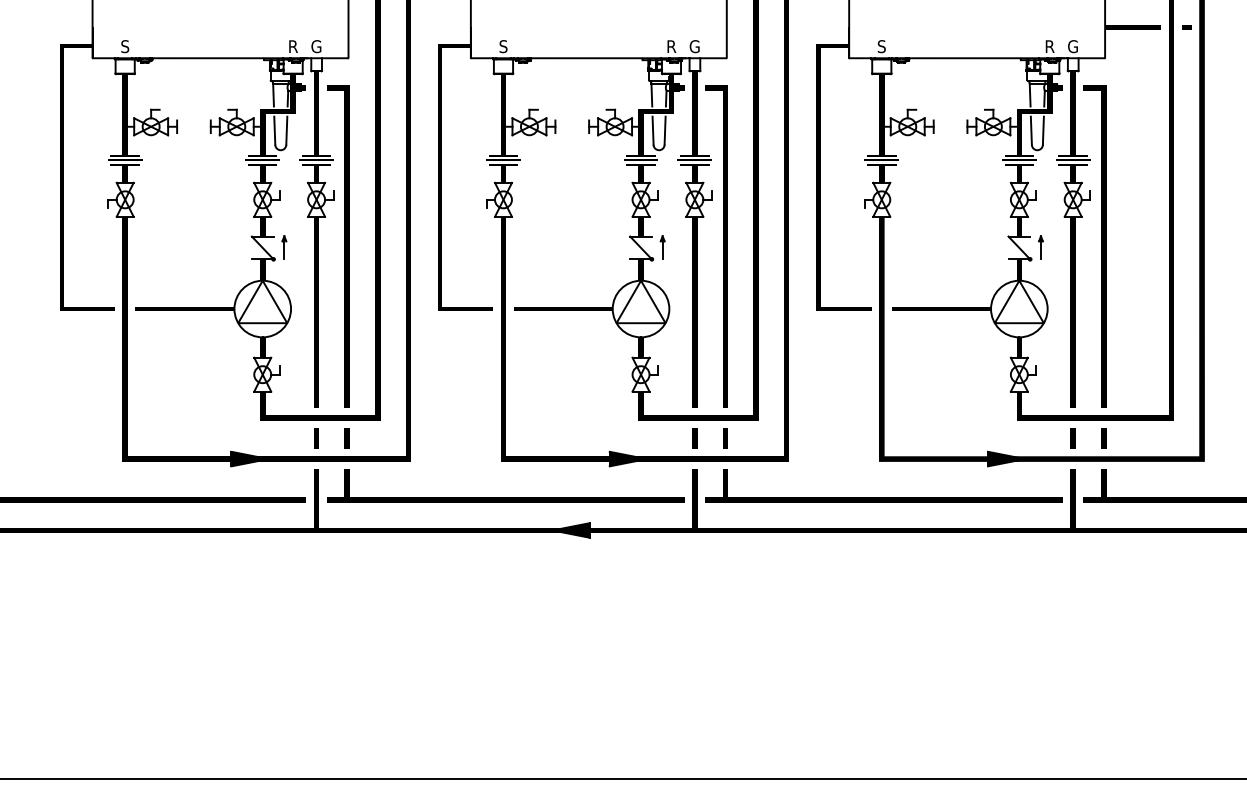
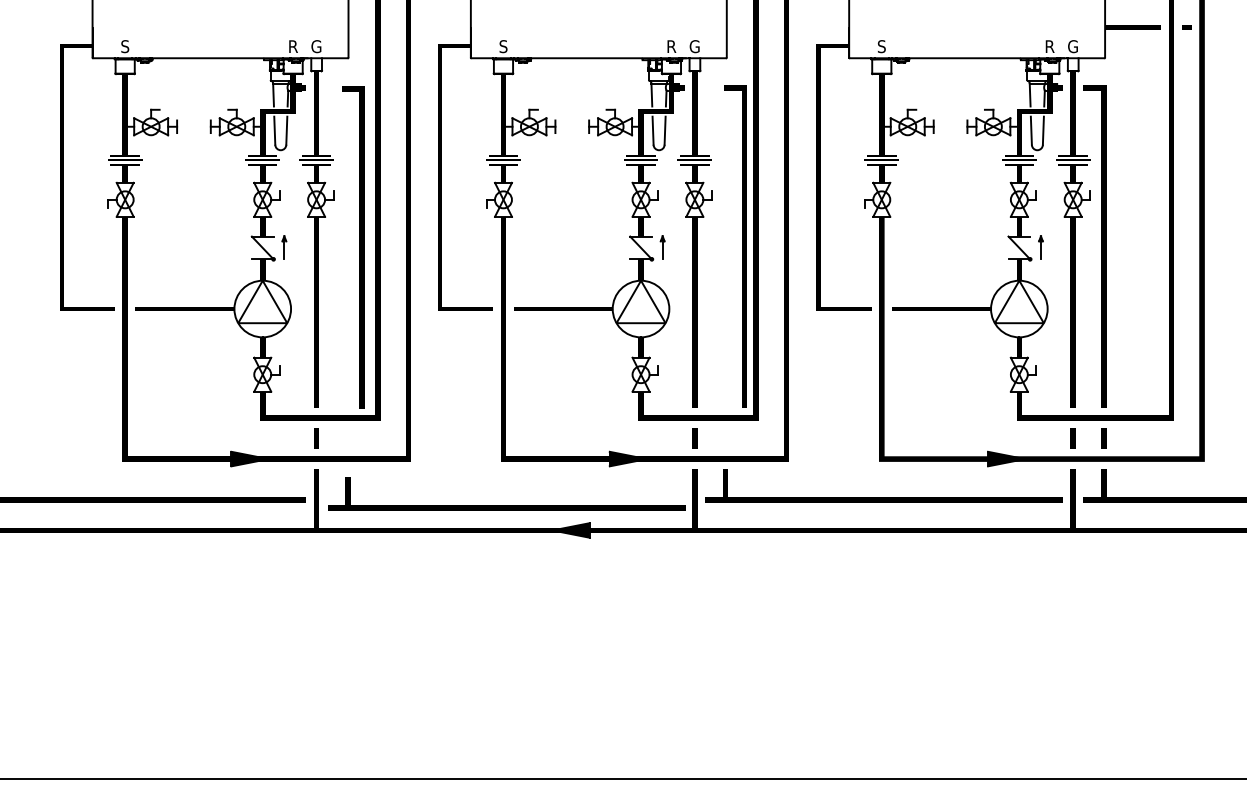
line at (344, 246) position: (344, 246) -> (359, 247)
line at (723, 246) position: (723, 246) -> (742, 246)
line at (346, 438): present -> none
line at (725, 438): present -> none
part at (505, 497) position: (505, 497) -> (506, 505)
